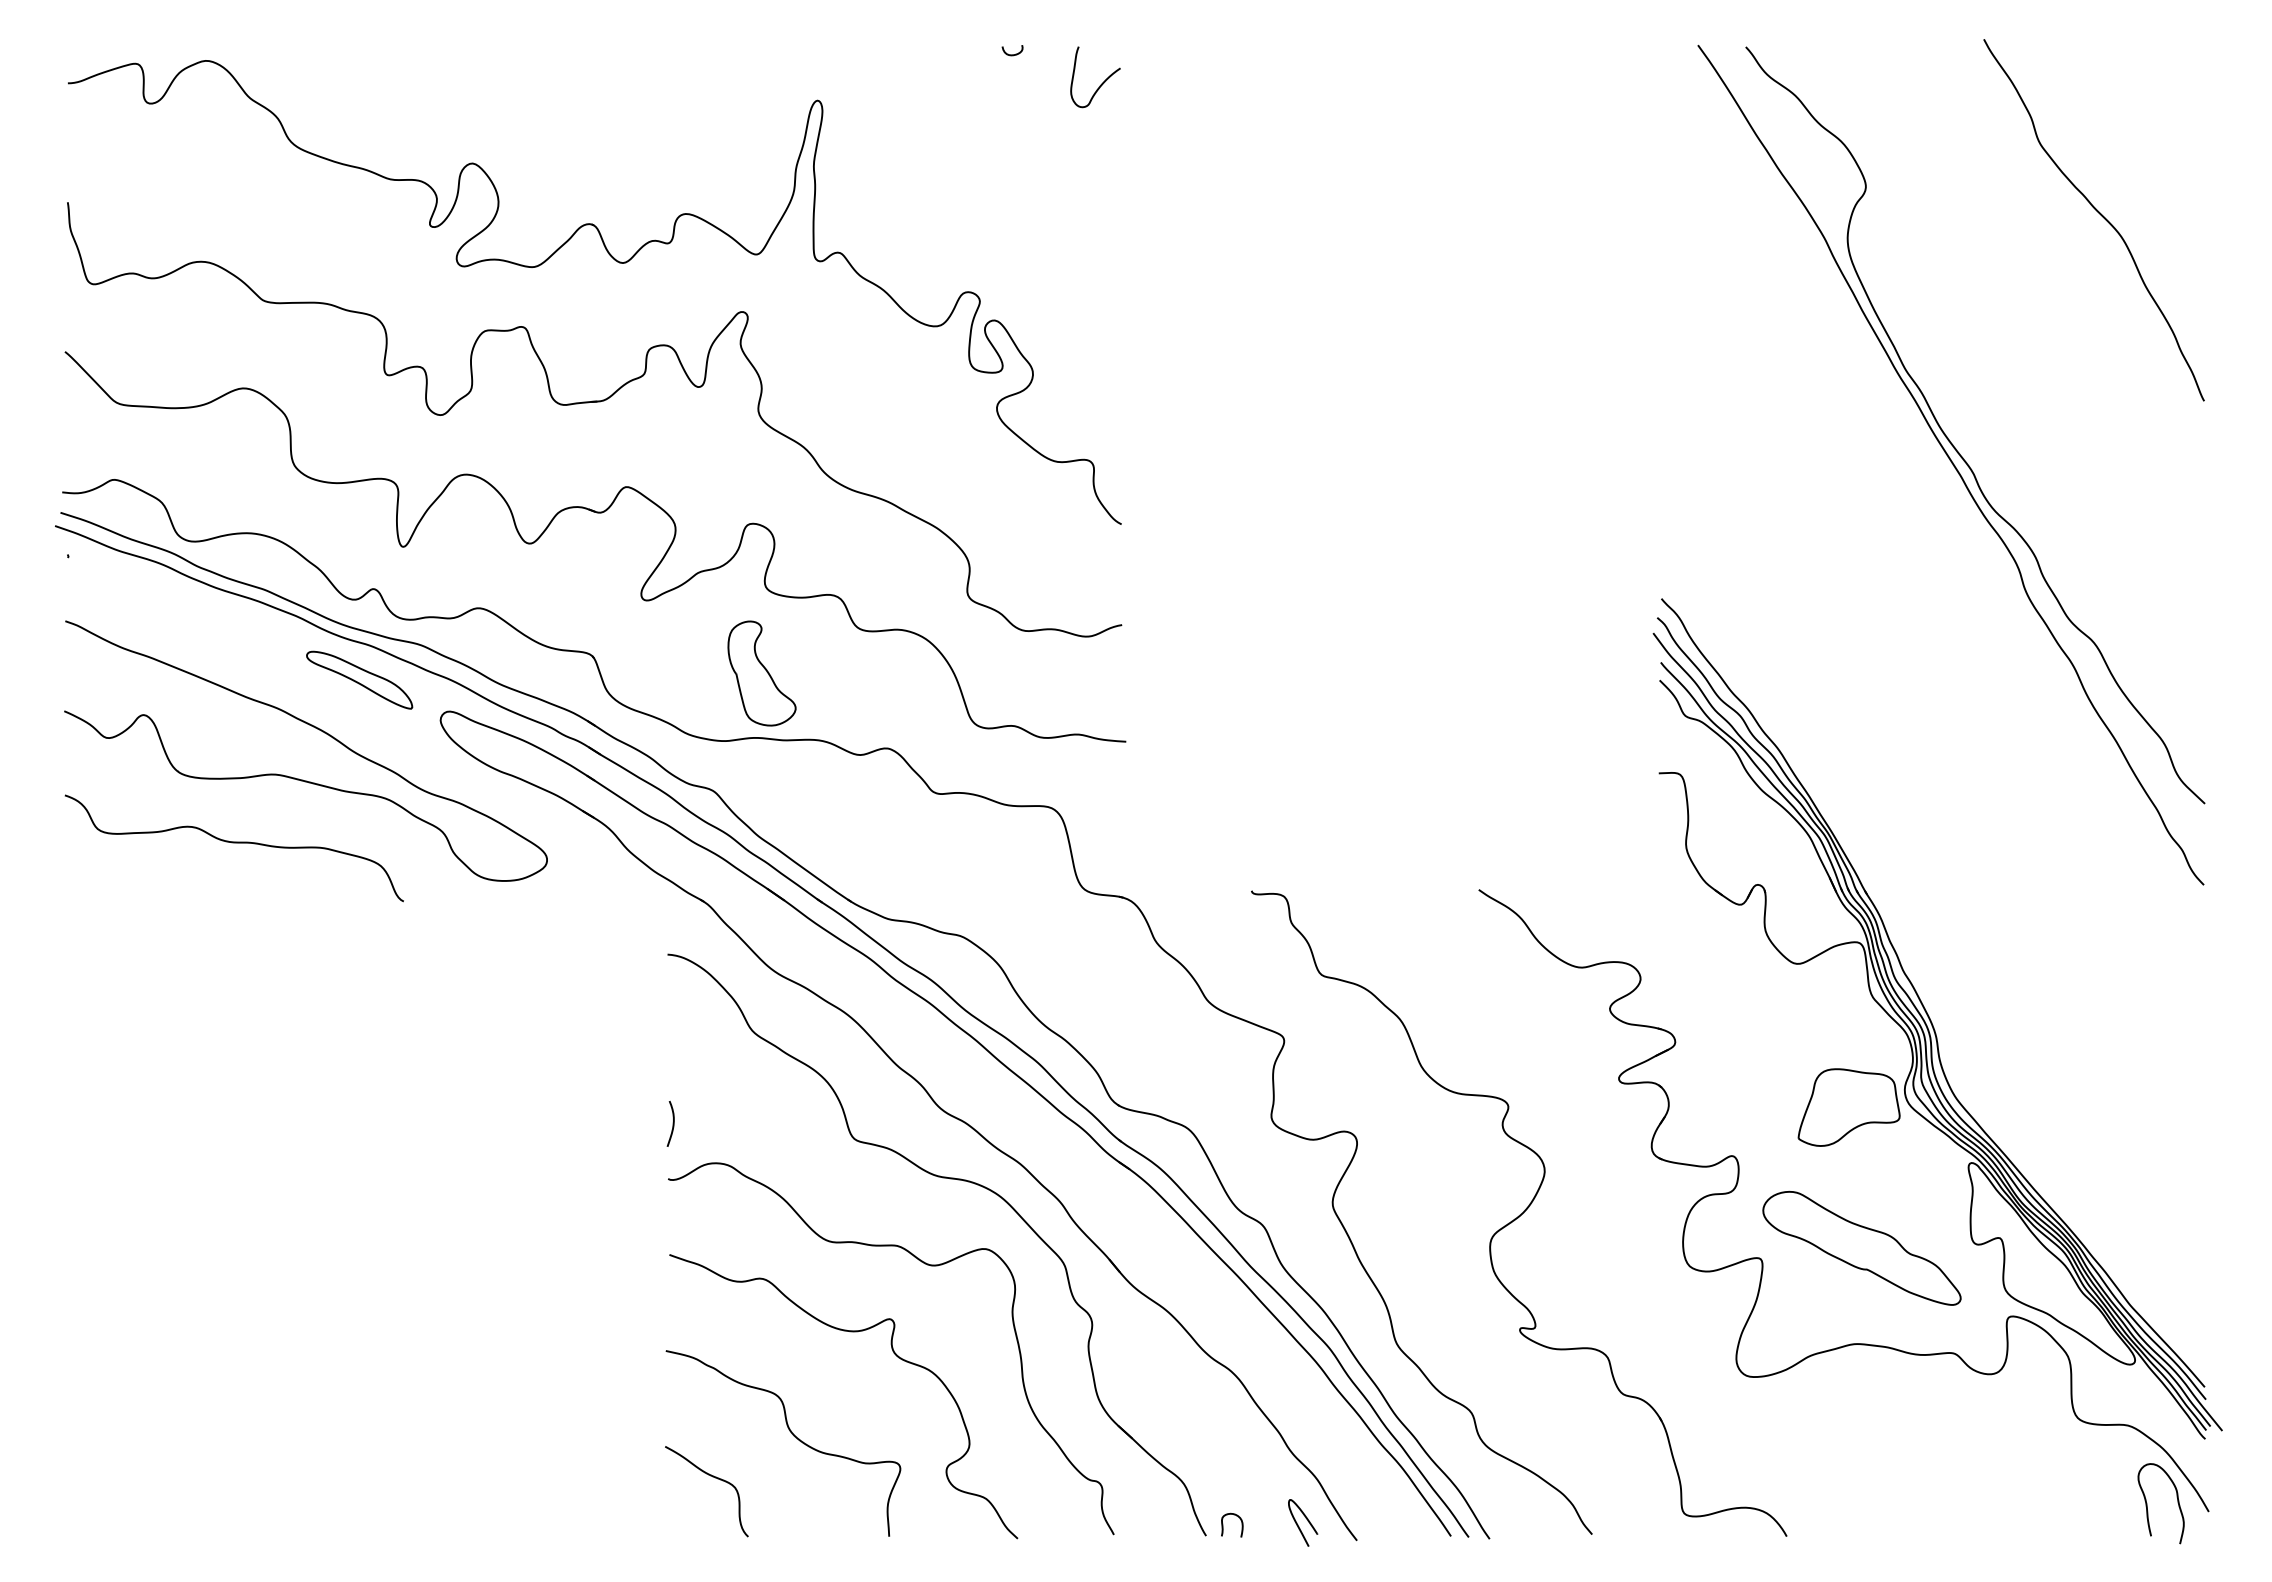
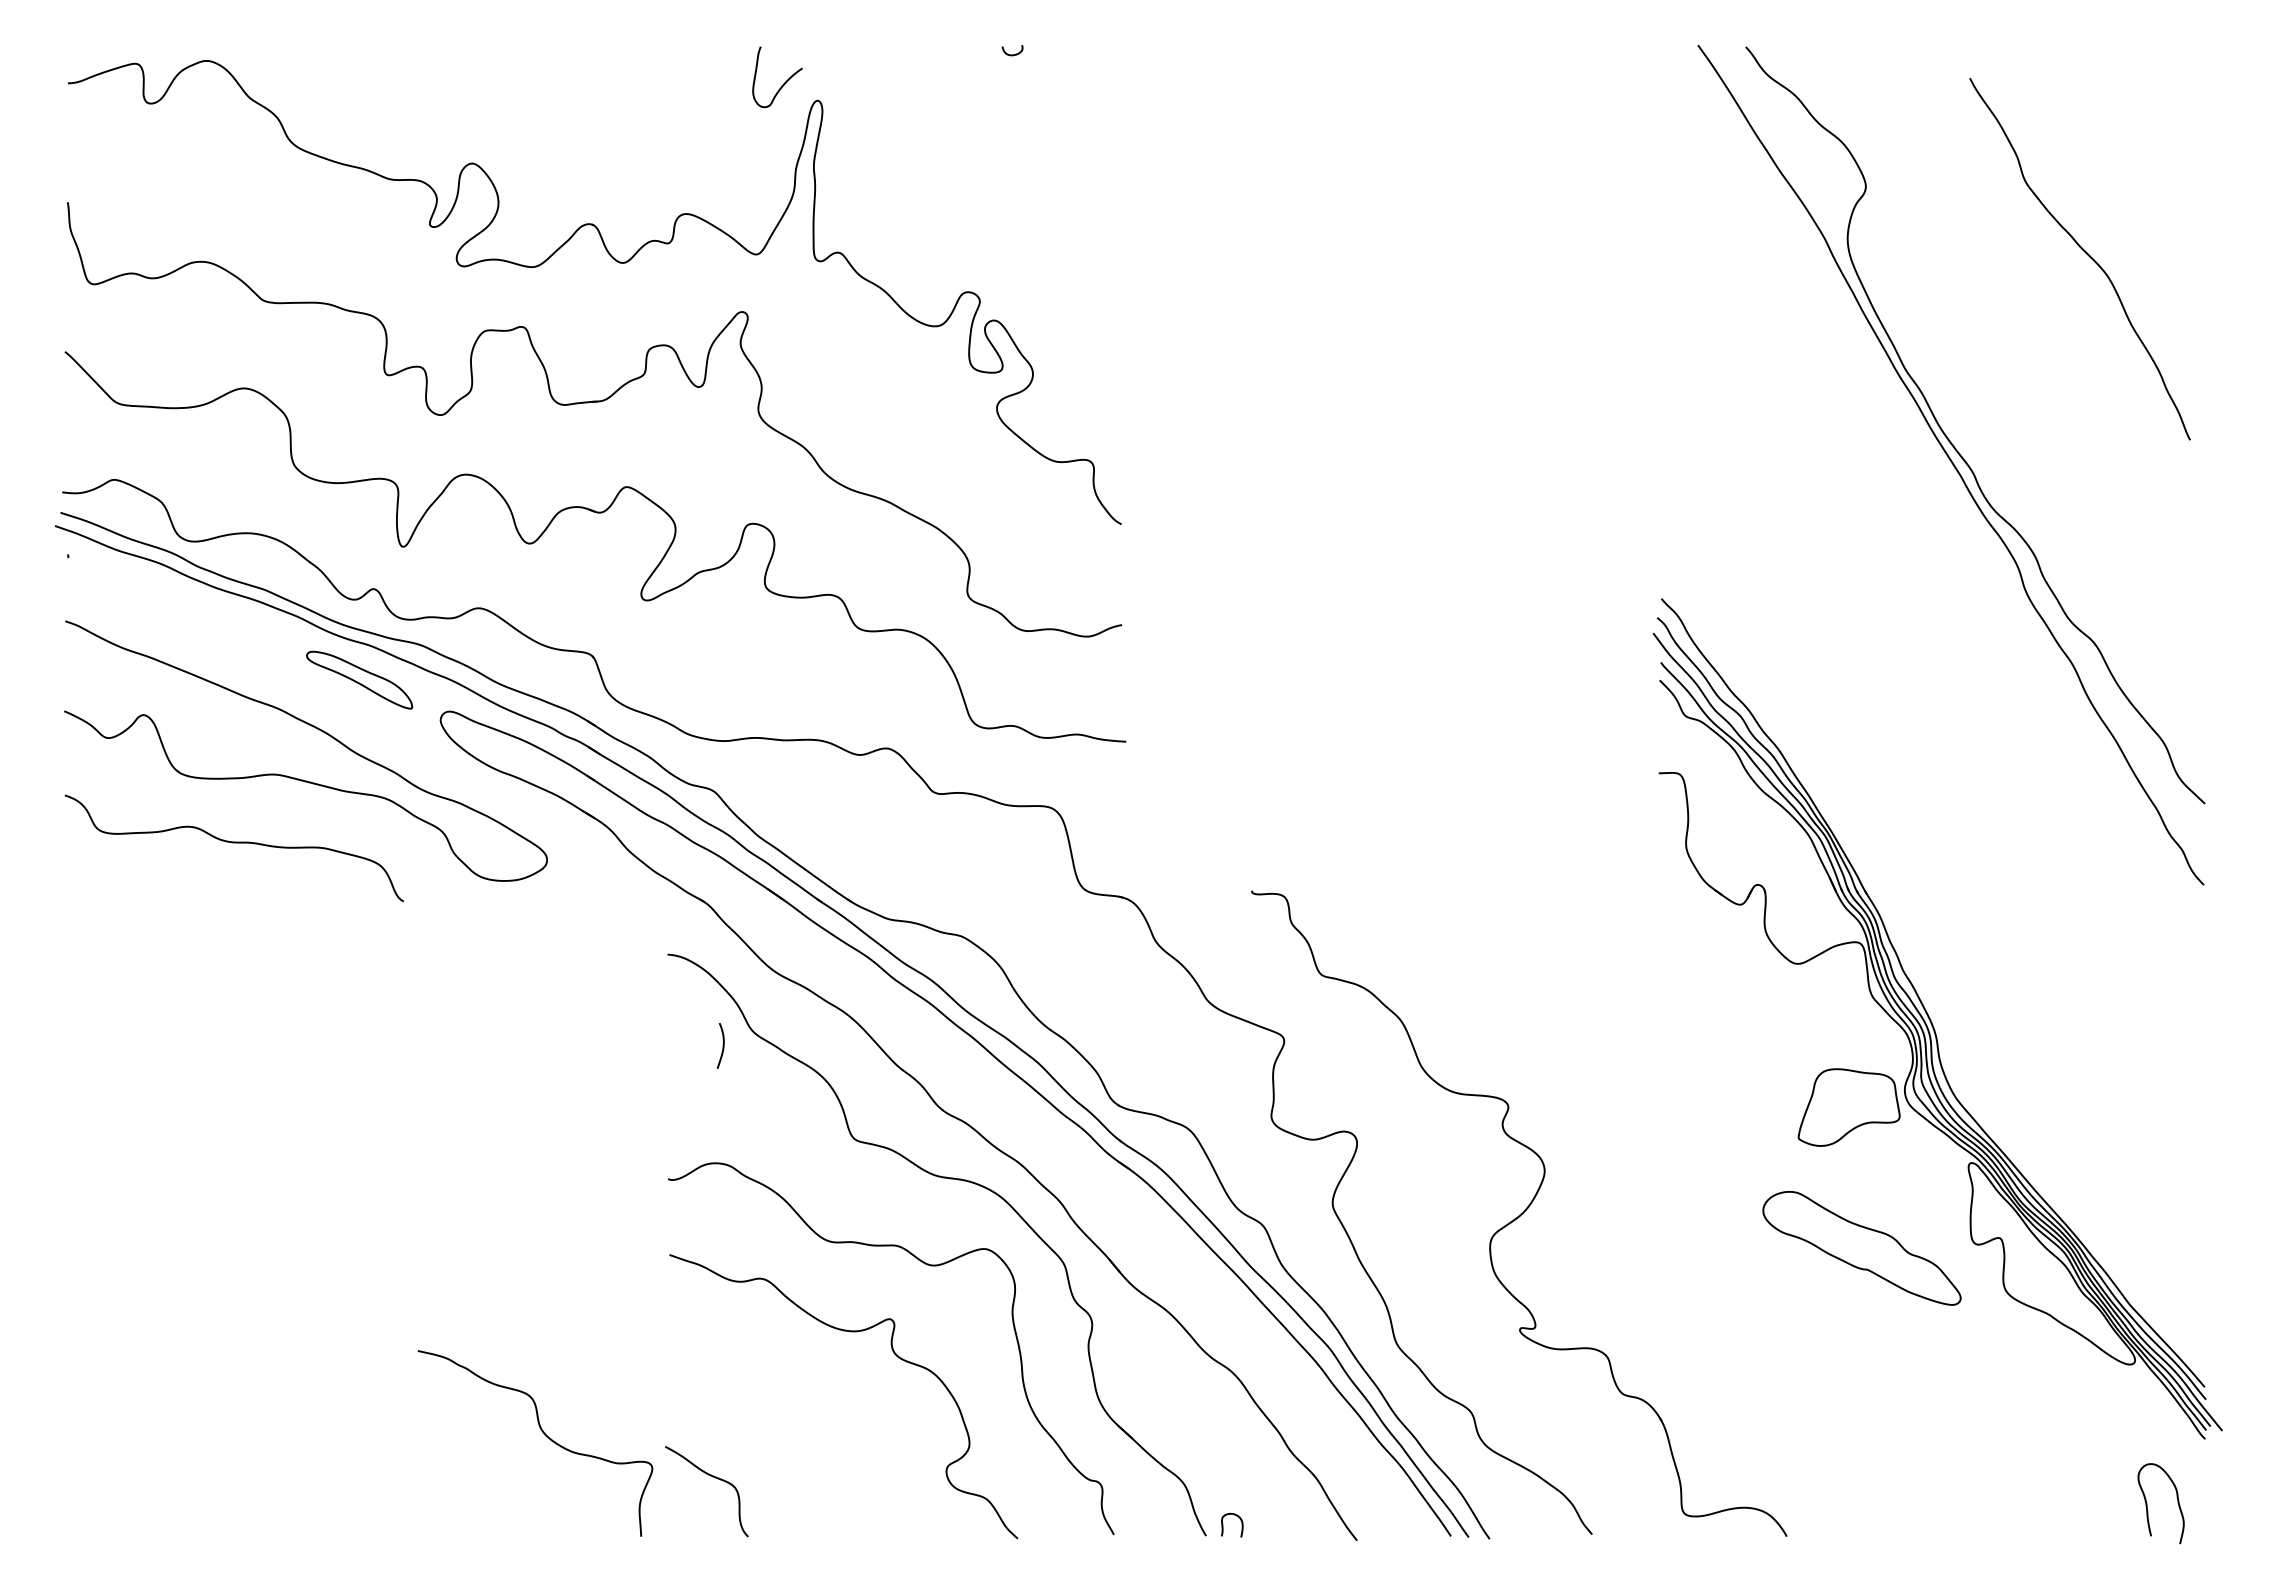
curve at (1101, 83) position: (1101, 83) -> (783, 83)
curve at (2099, 214) position: (2099, 214) -> (2085, 253)
part at (761, 673): present -> none
curve at (672, 1123) position: (672, 1123) -> (722, 1045)
part at (1762, 1259): present -> none
curve at (792, 1435) position: (792, 1435) -> (544, 1435)
part at (1303, 1522): present -> none
